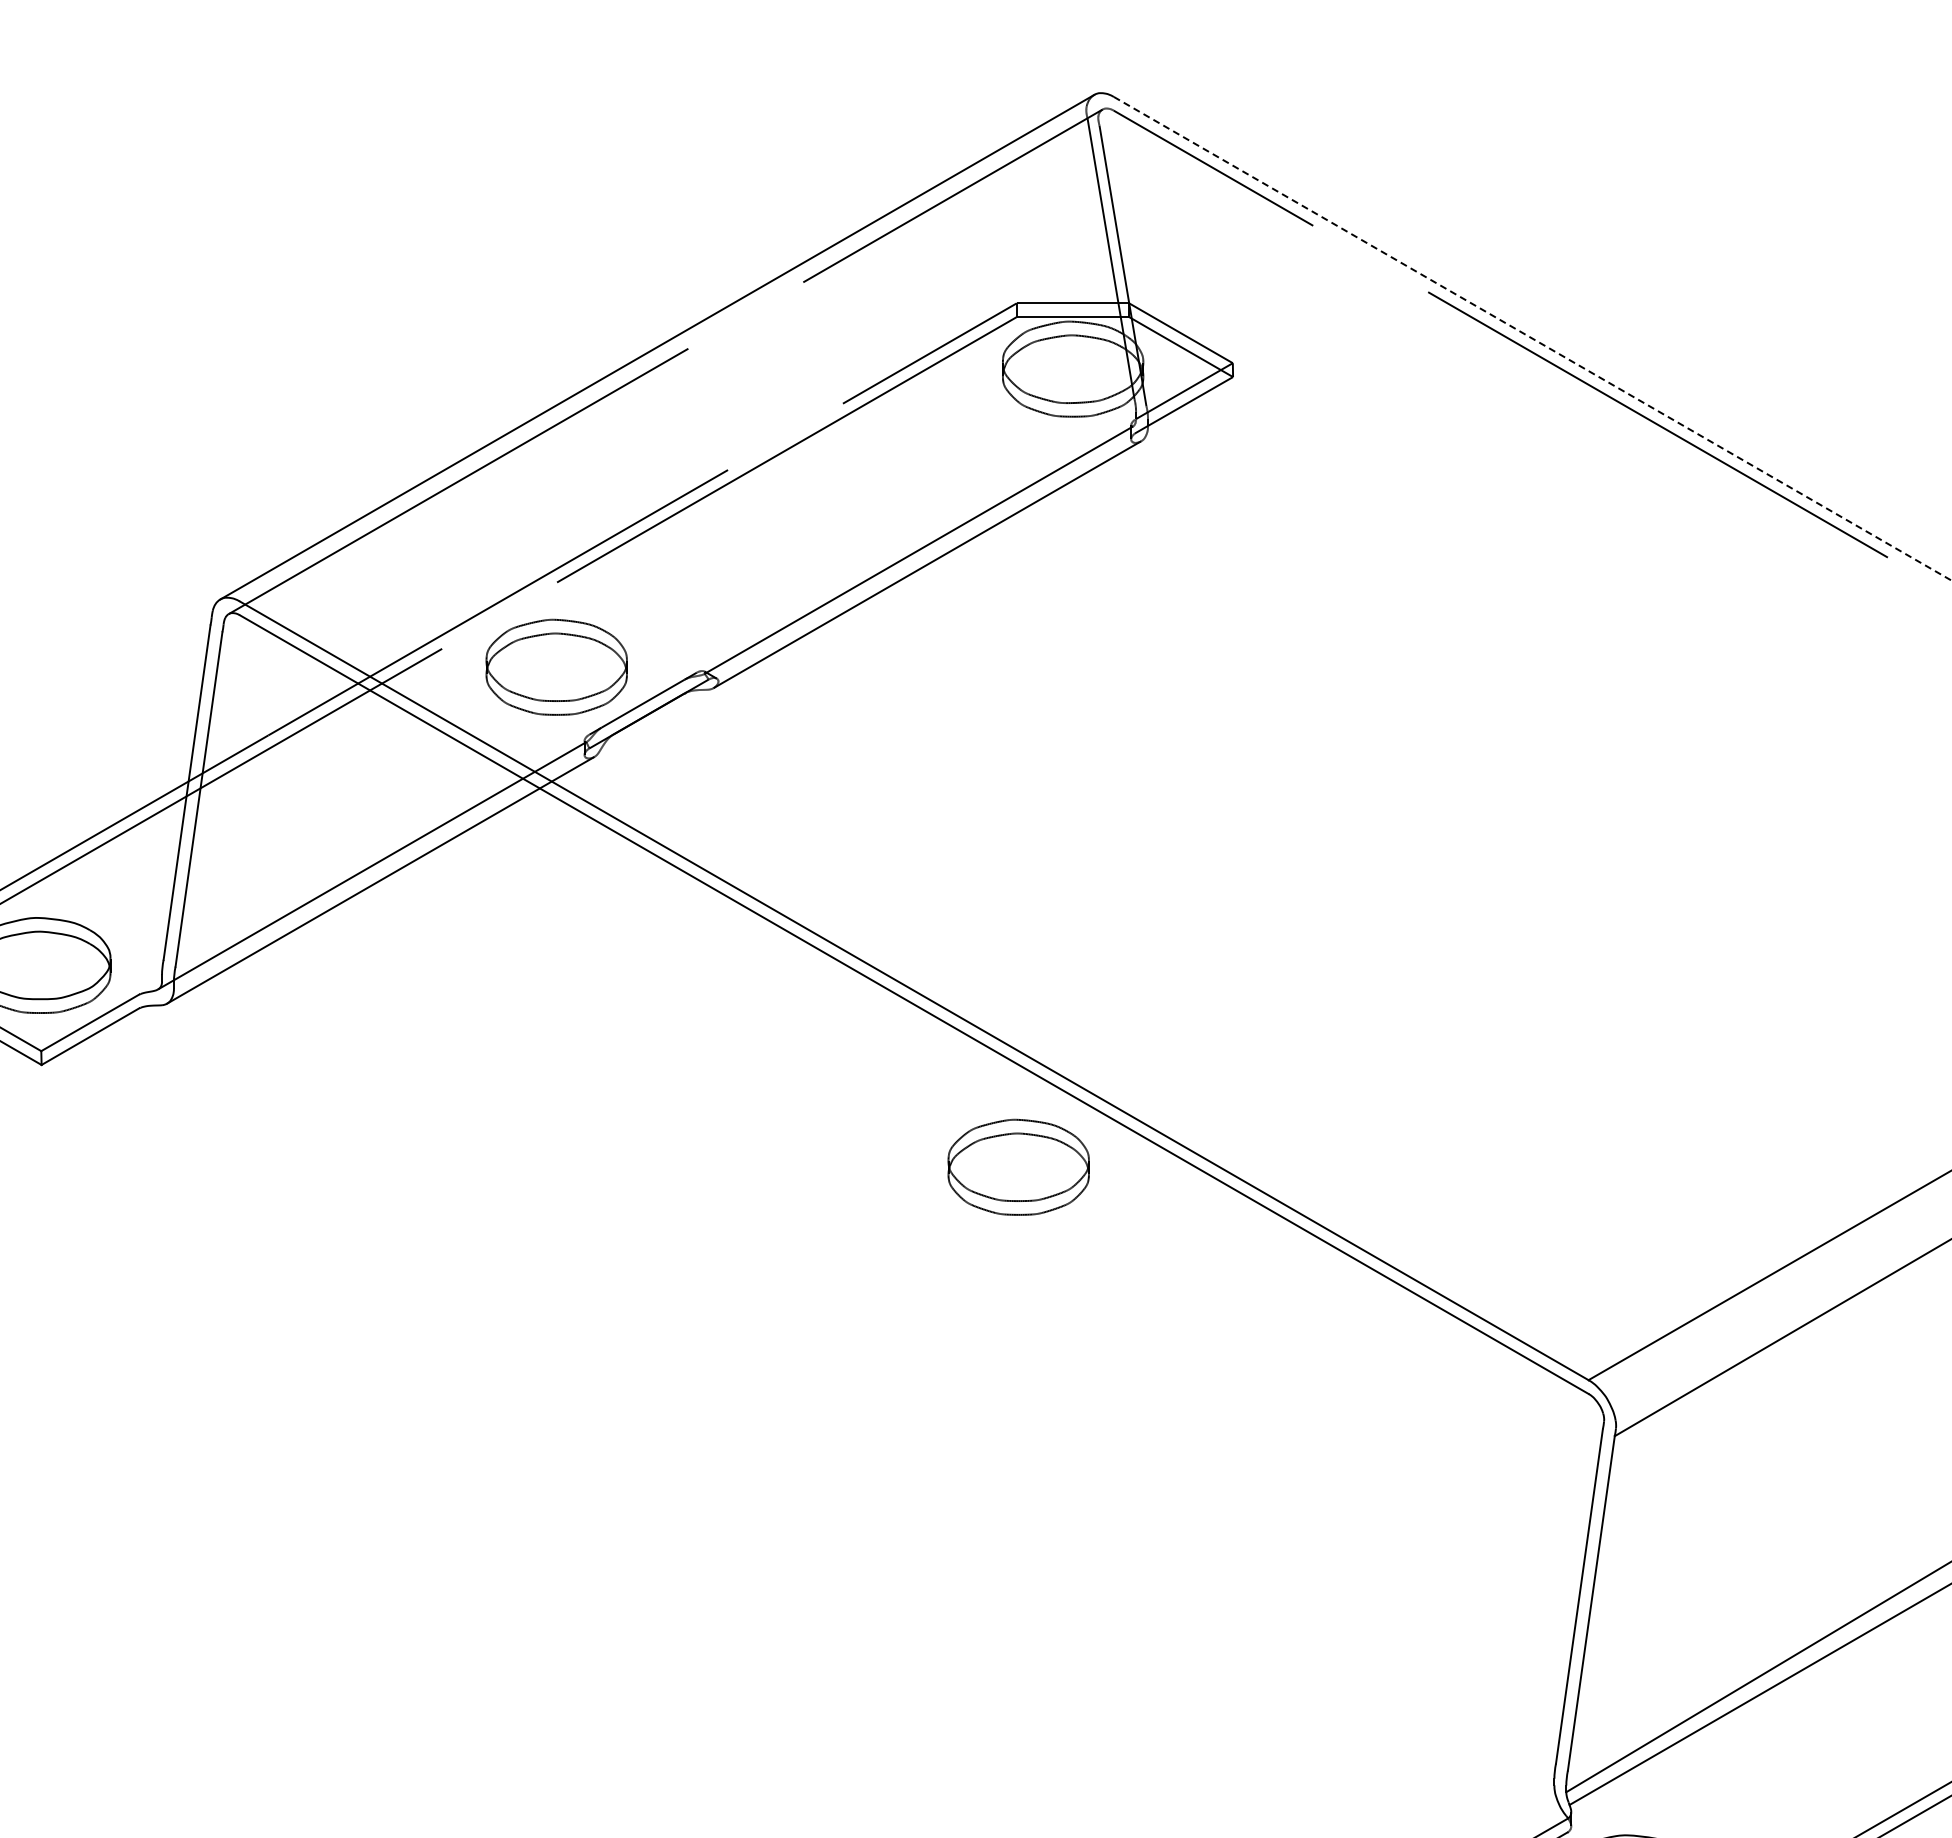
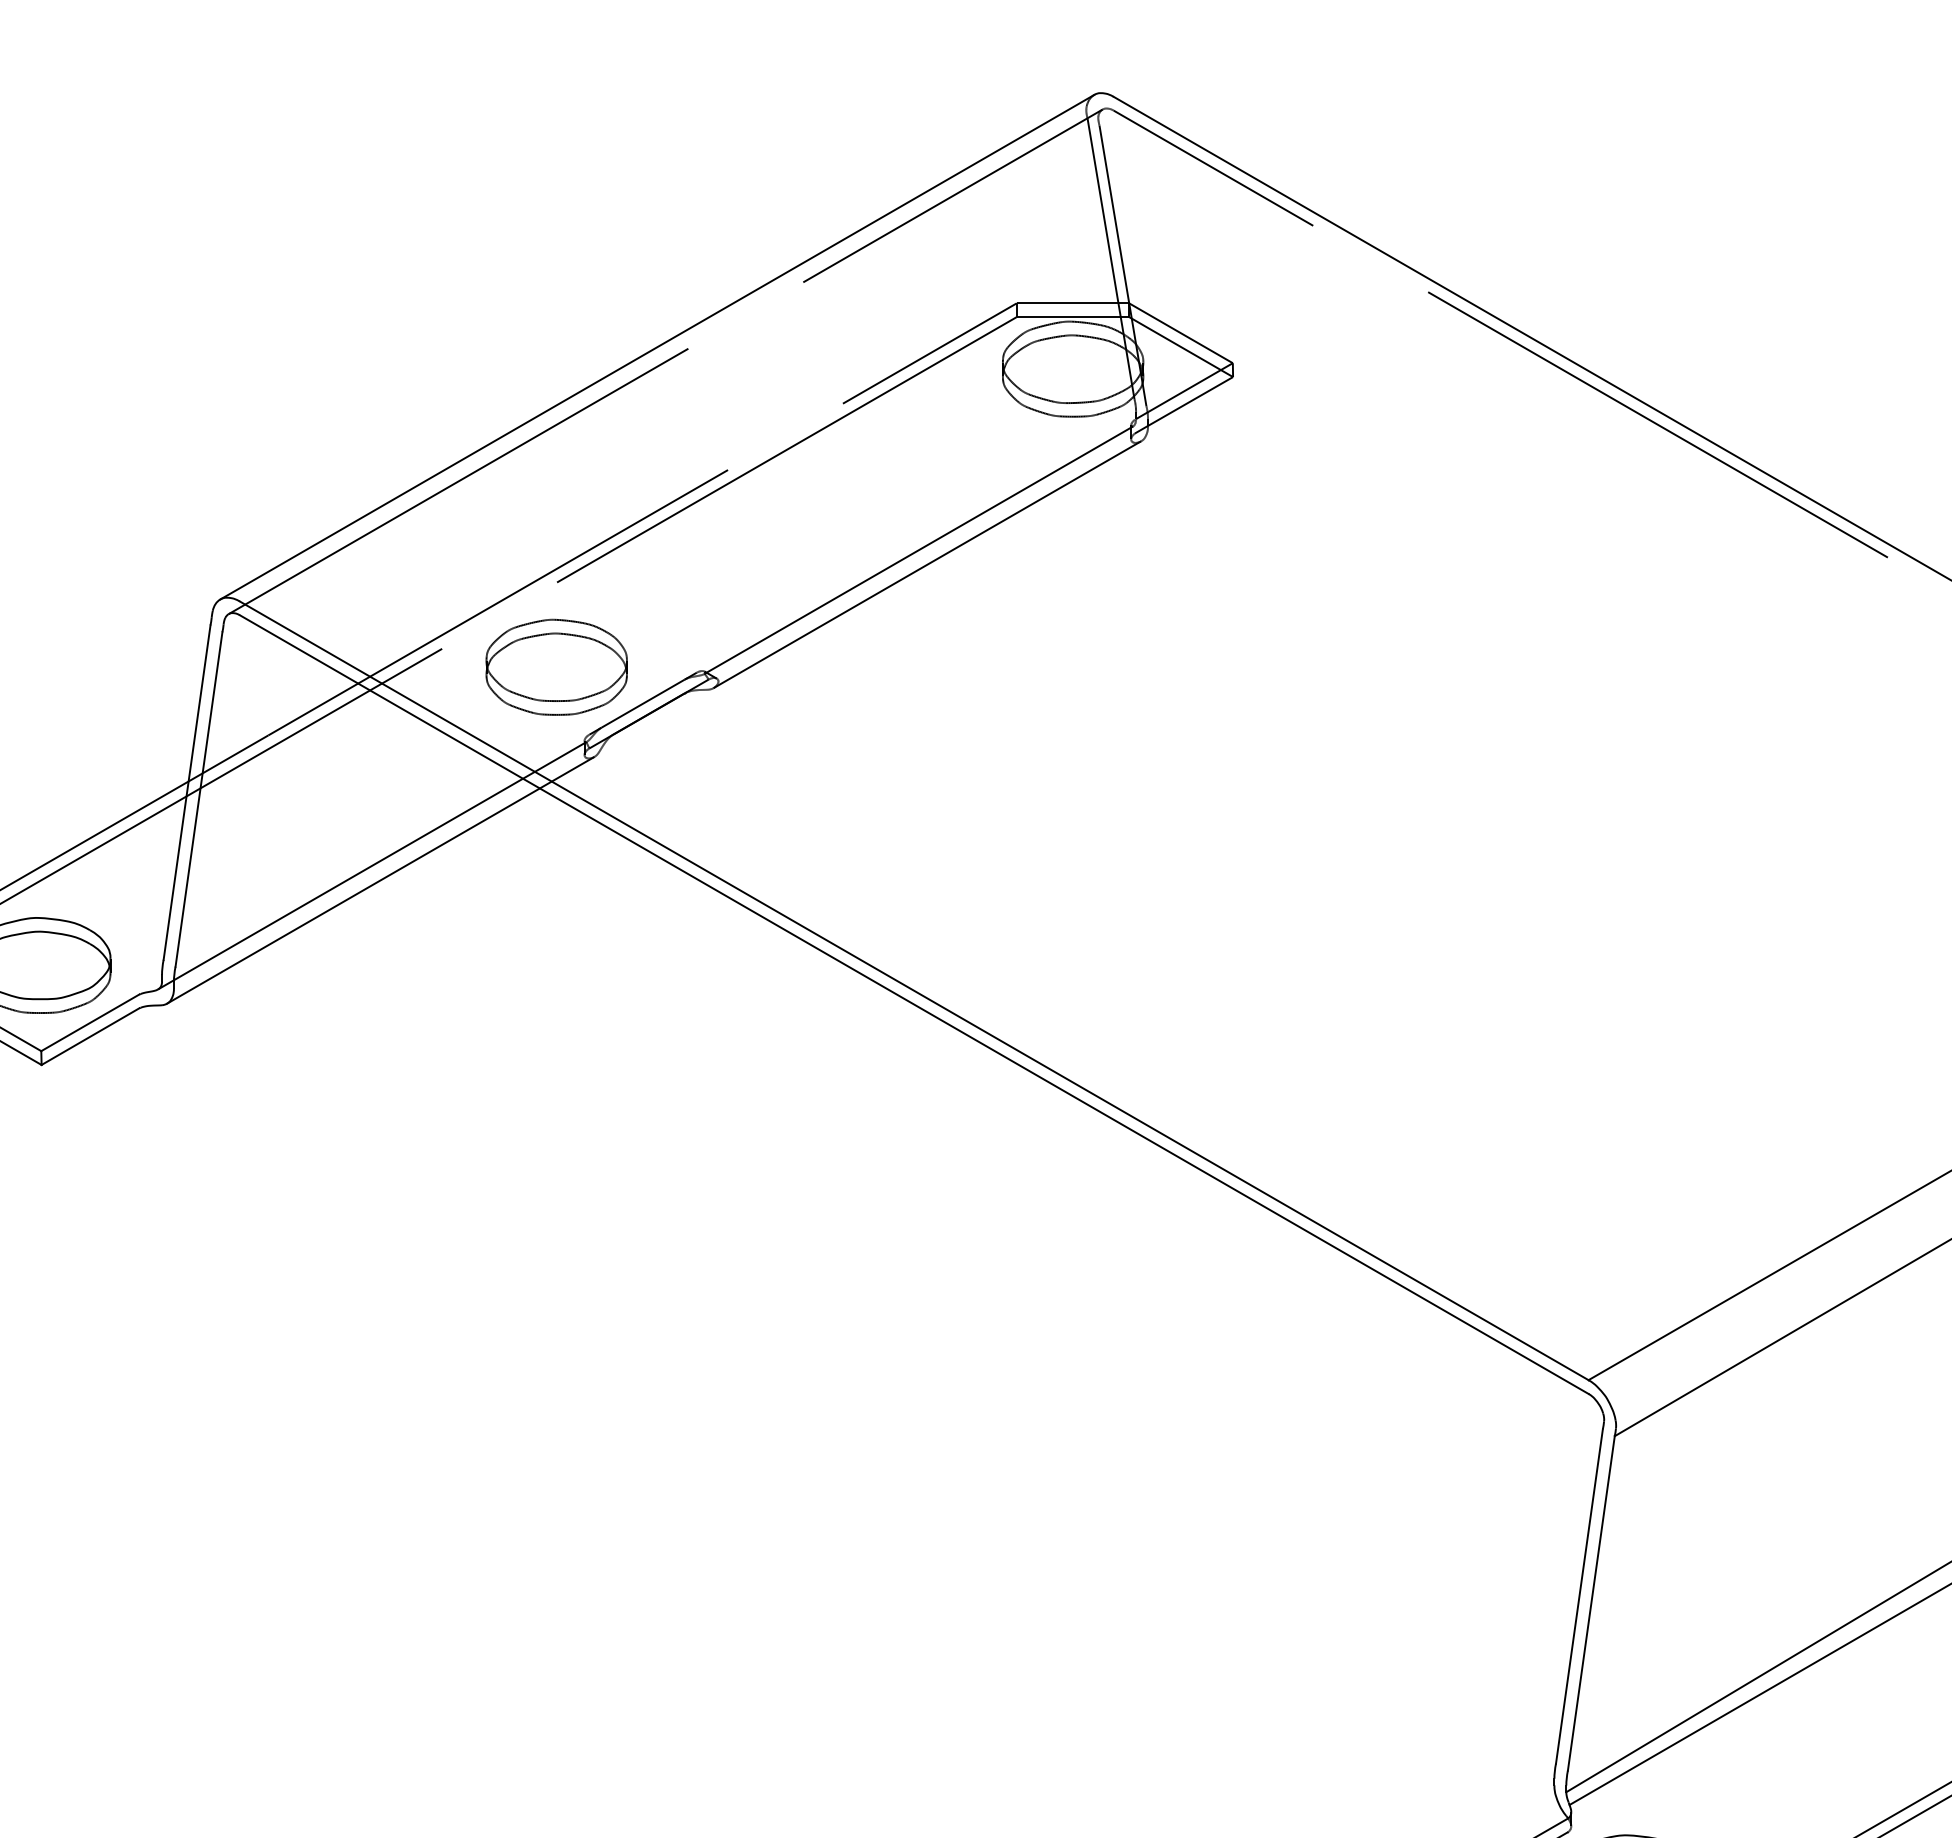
line at (1532, 338): dashed -> solid
part at (1018, 1166): present -> none
